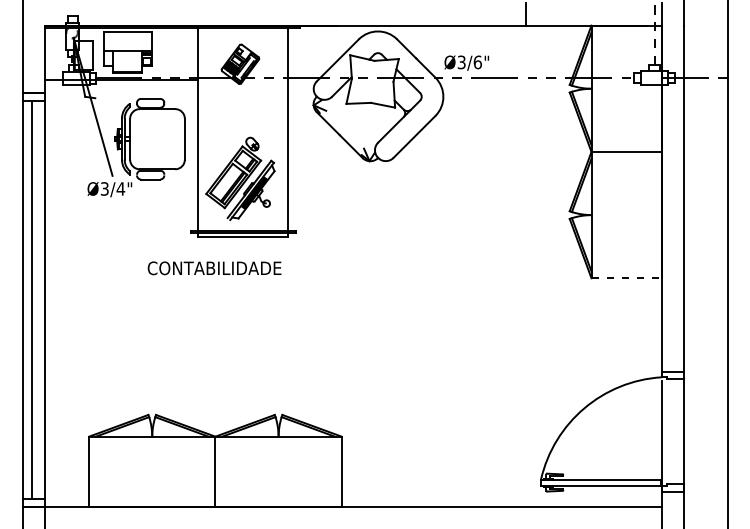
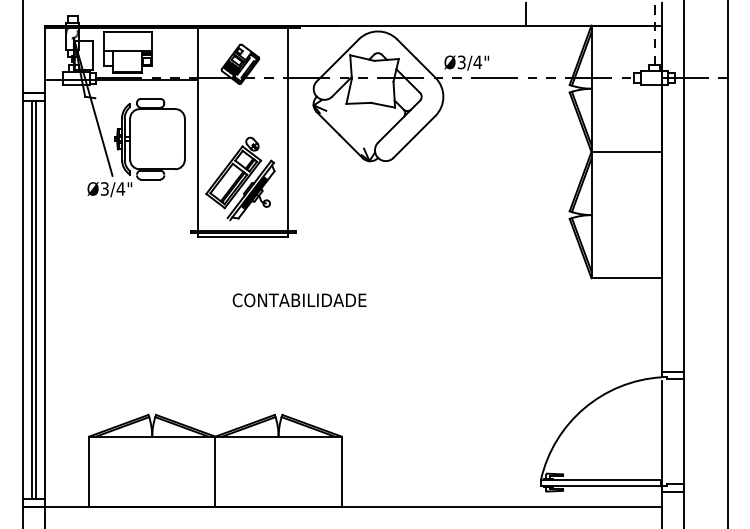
text at (477, 62): Ø3/6" -> Ø3/4"
text at (214, 268) position: (214, 268) -> (299, 300)
line at (627, 278): dashed -> solid
line at (36, 299): none -> present
